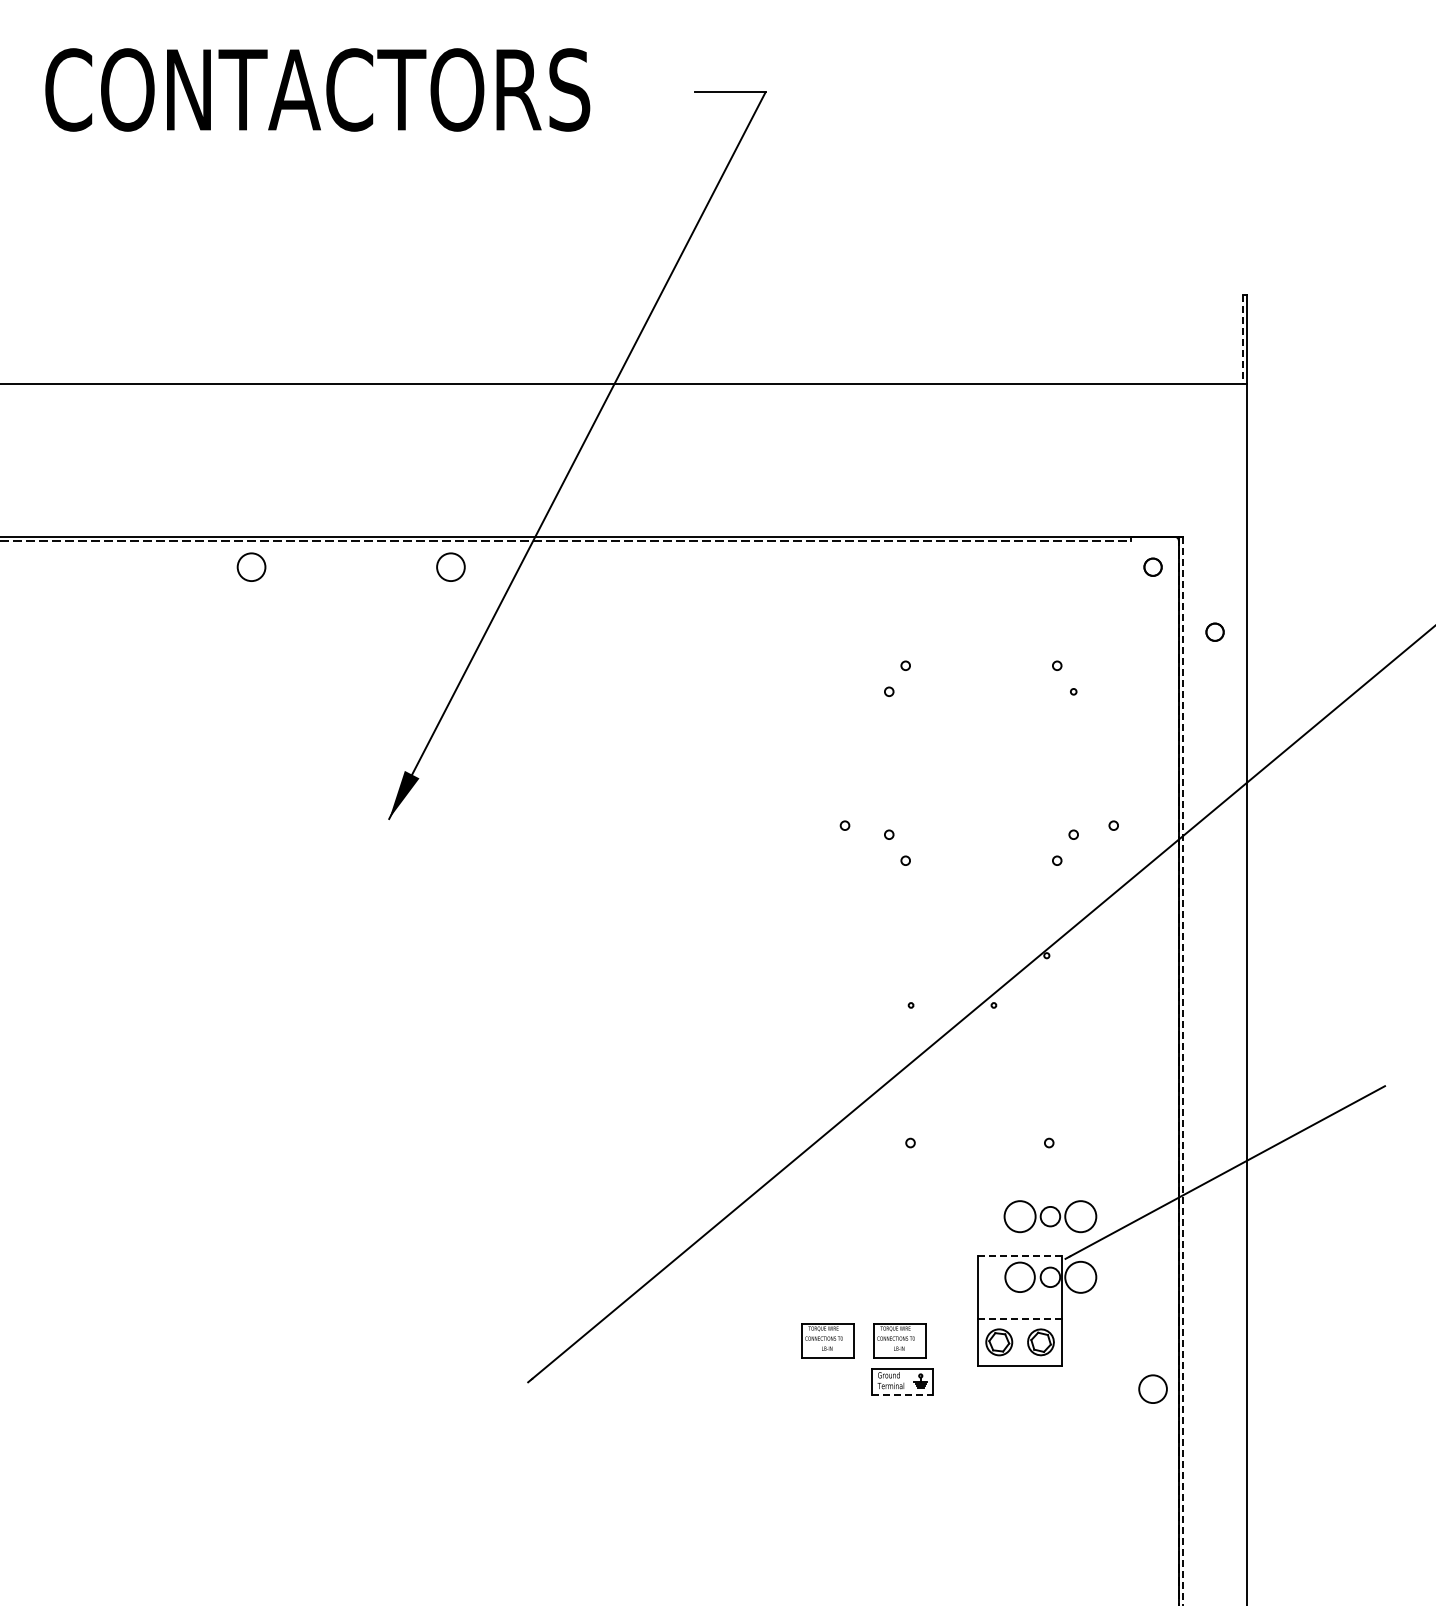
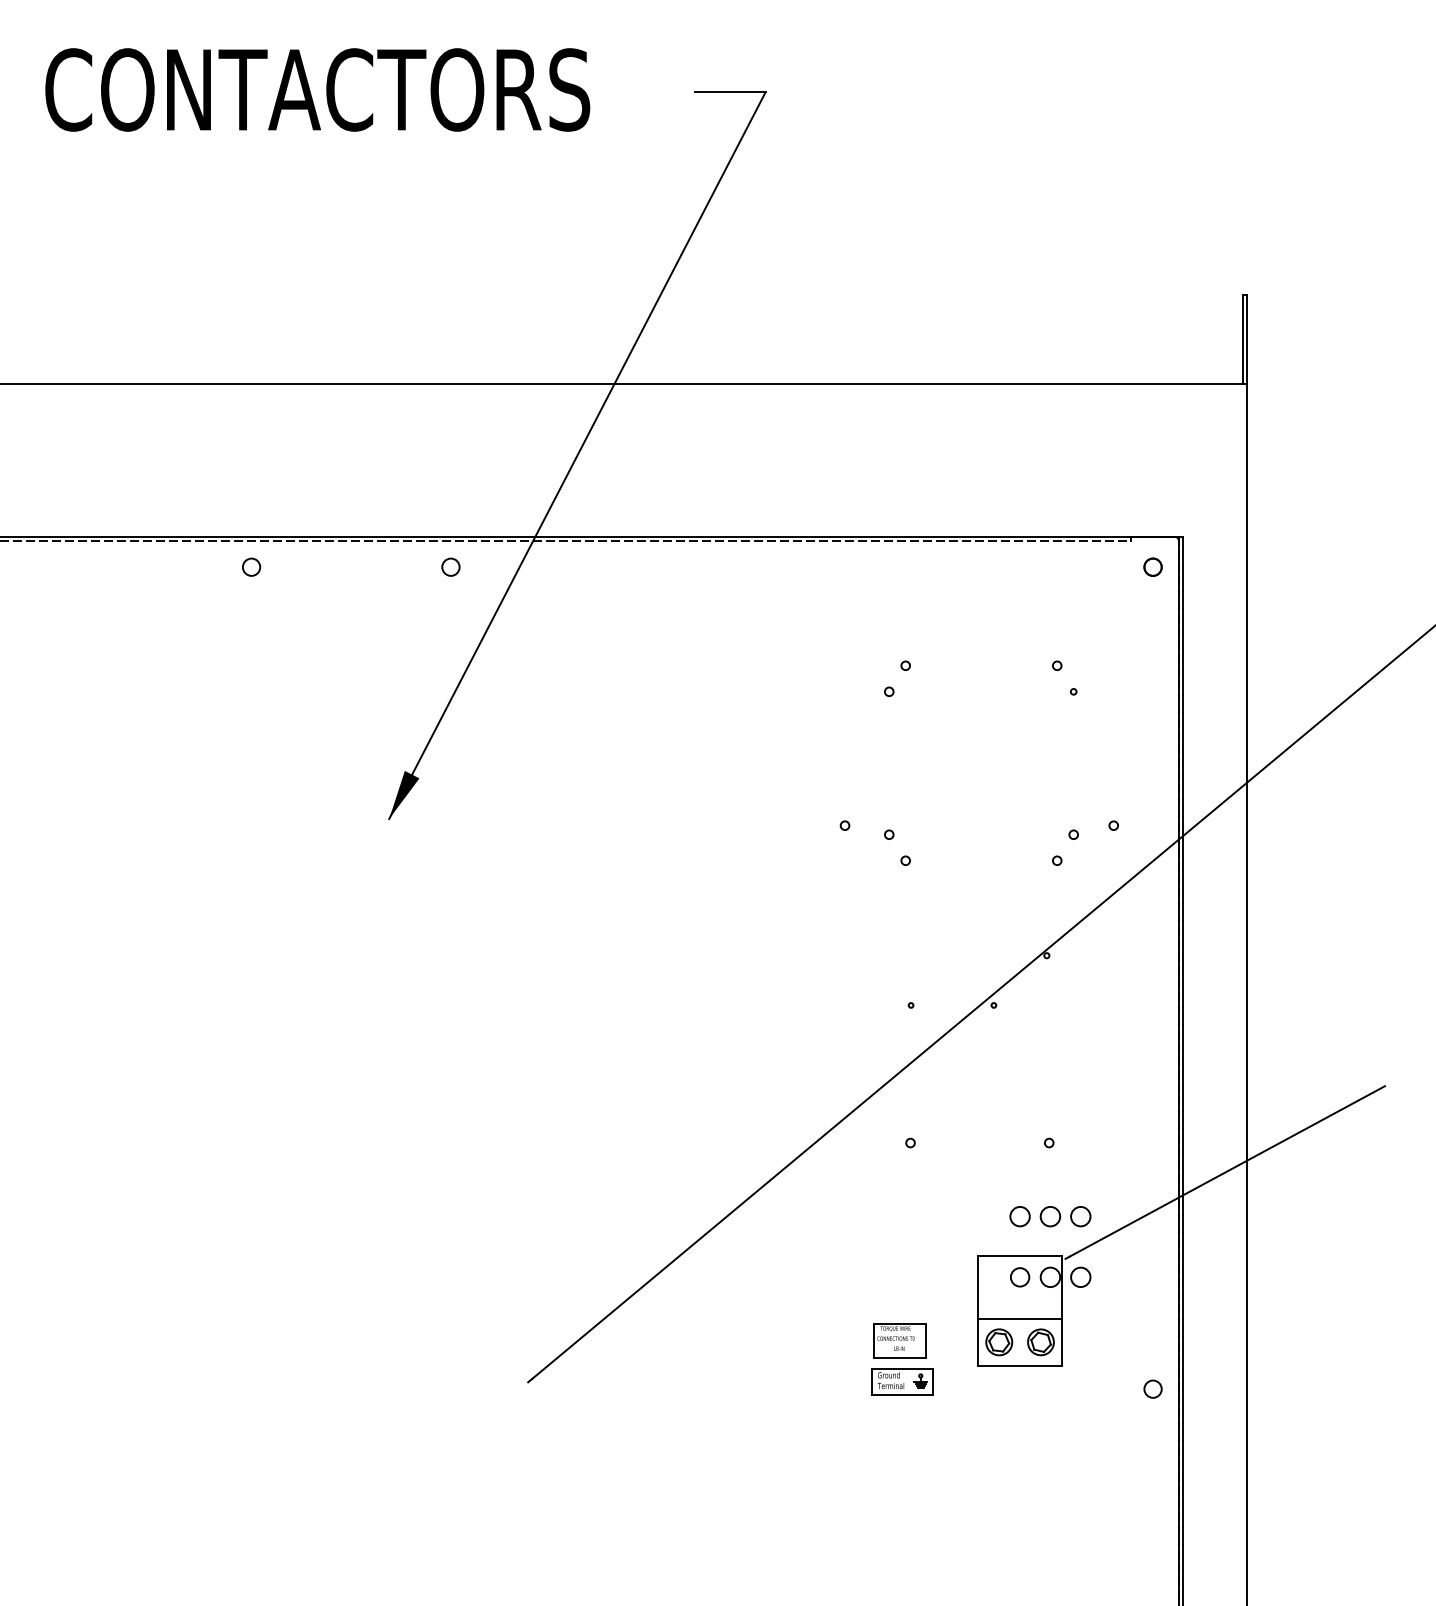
line at (1242, 339): dashed -> solid
circle at (251, 567) diameter: 28 px -> 17 px
circle at (450, 567) diameter: 28 px -> 17 px
circle at (1214, 631): present -> none
line at (1183, 1071): dashed -> solid
circle at (1019, 1216) diameter: 31 px -> 19 px
circle at (1080, 1216) diameter: 31 px -> 19 px
line at (1020, 1255): dashed -> solid
circle at (1080, 1276) diameter: 31 px -> 19 px
circle at (1019, 1277) diameter: 30 px -> 18 px
line at (1020, 1318): dashed -> solid
part at (827, 1340): present -> none
circle at (1152, 1389) diameter: 28 px -> 17 px
line at (903, 1394): dashed -> solid
